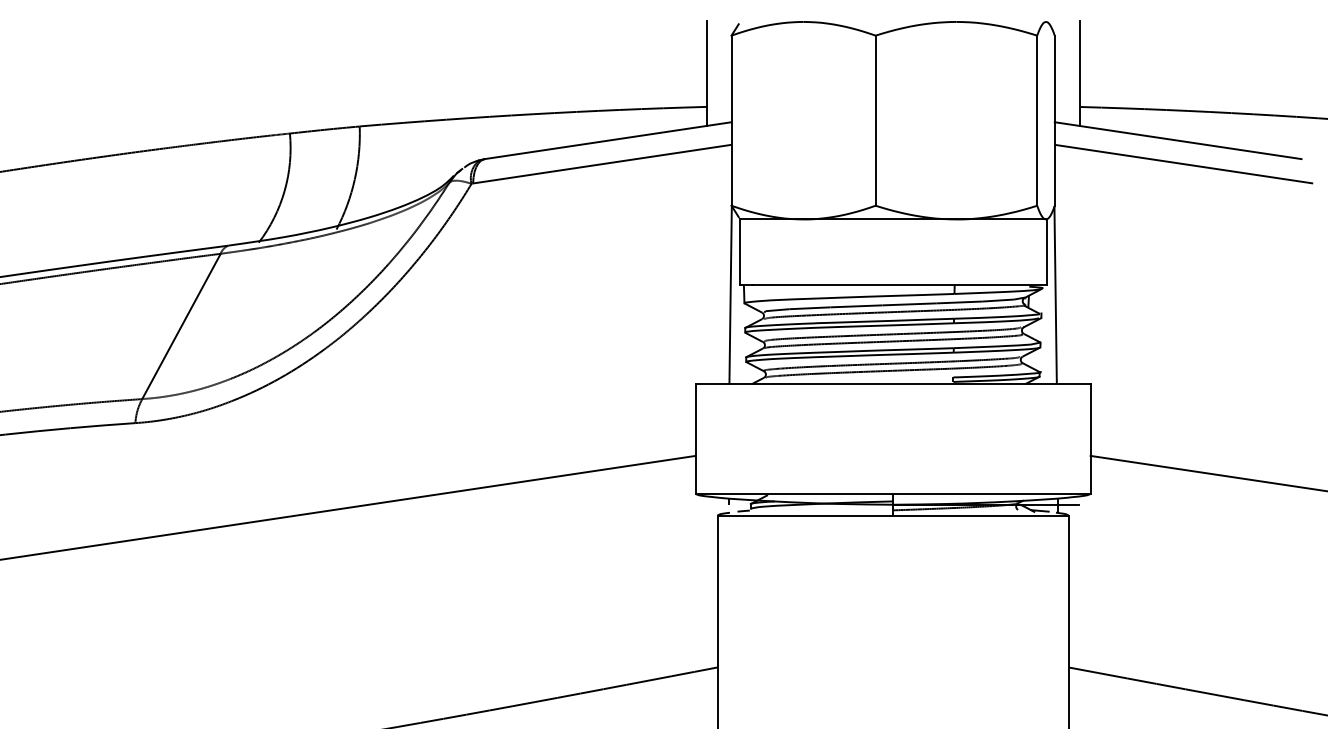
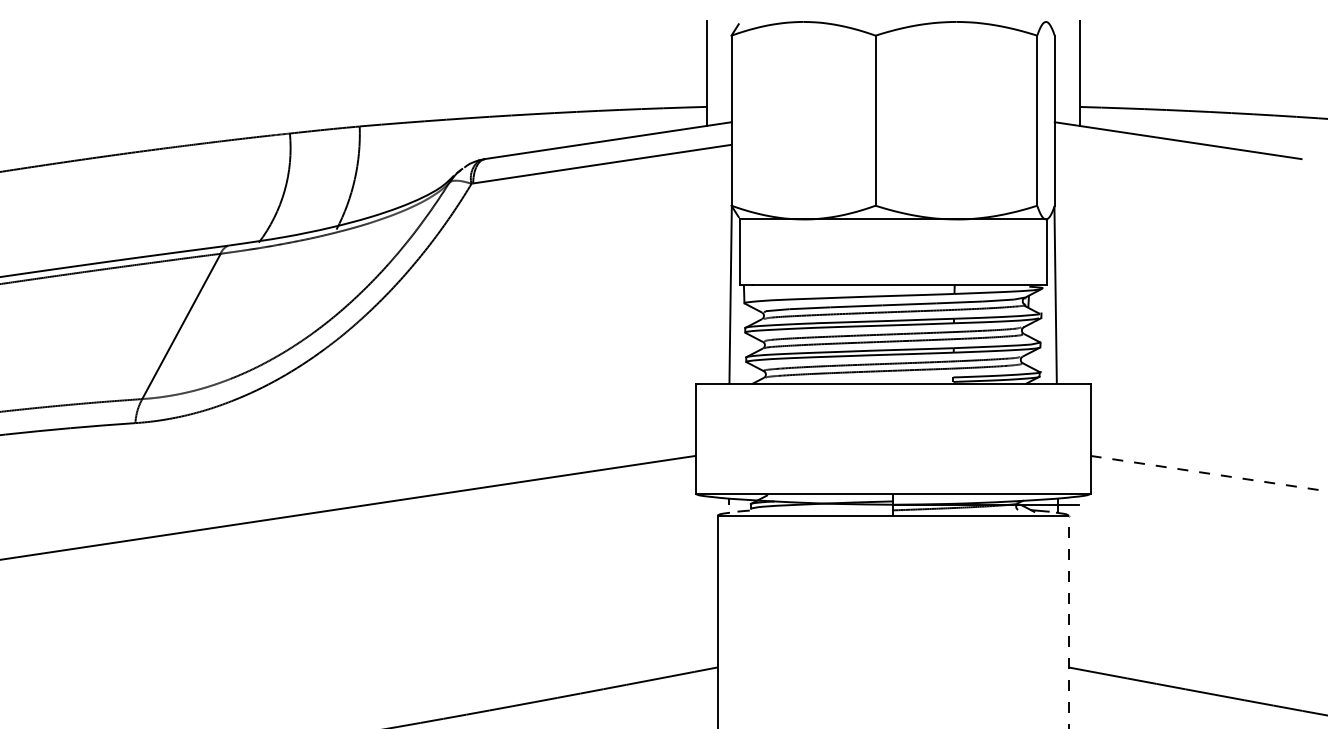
line at (1183, 163): present -> none
line at (1209, 473): solid -> dashed
line at (1068, 621): solid -> dashed
